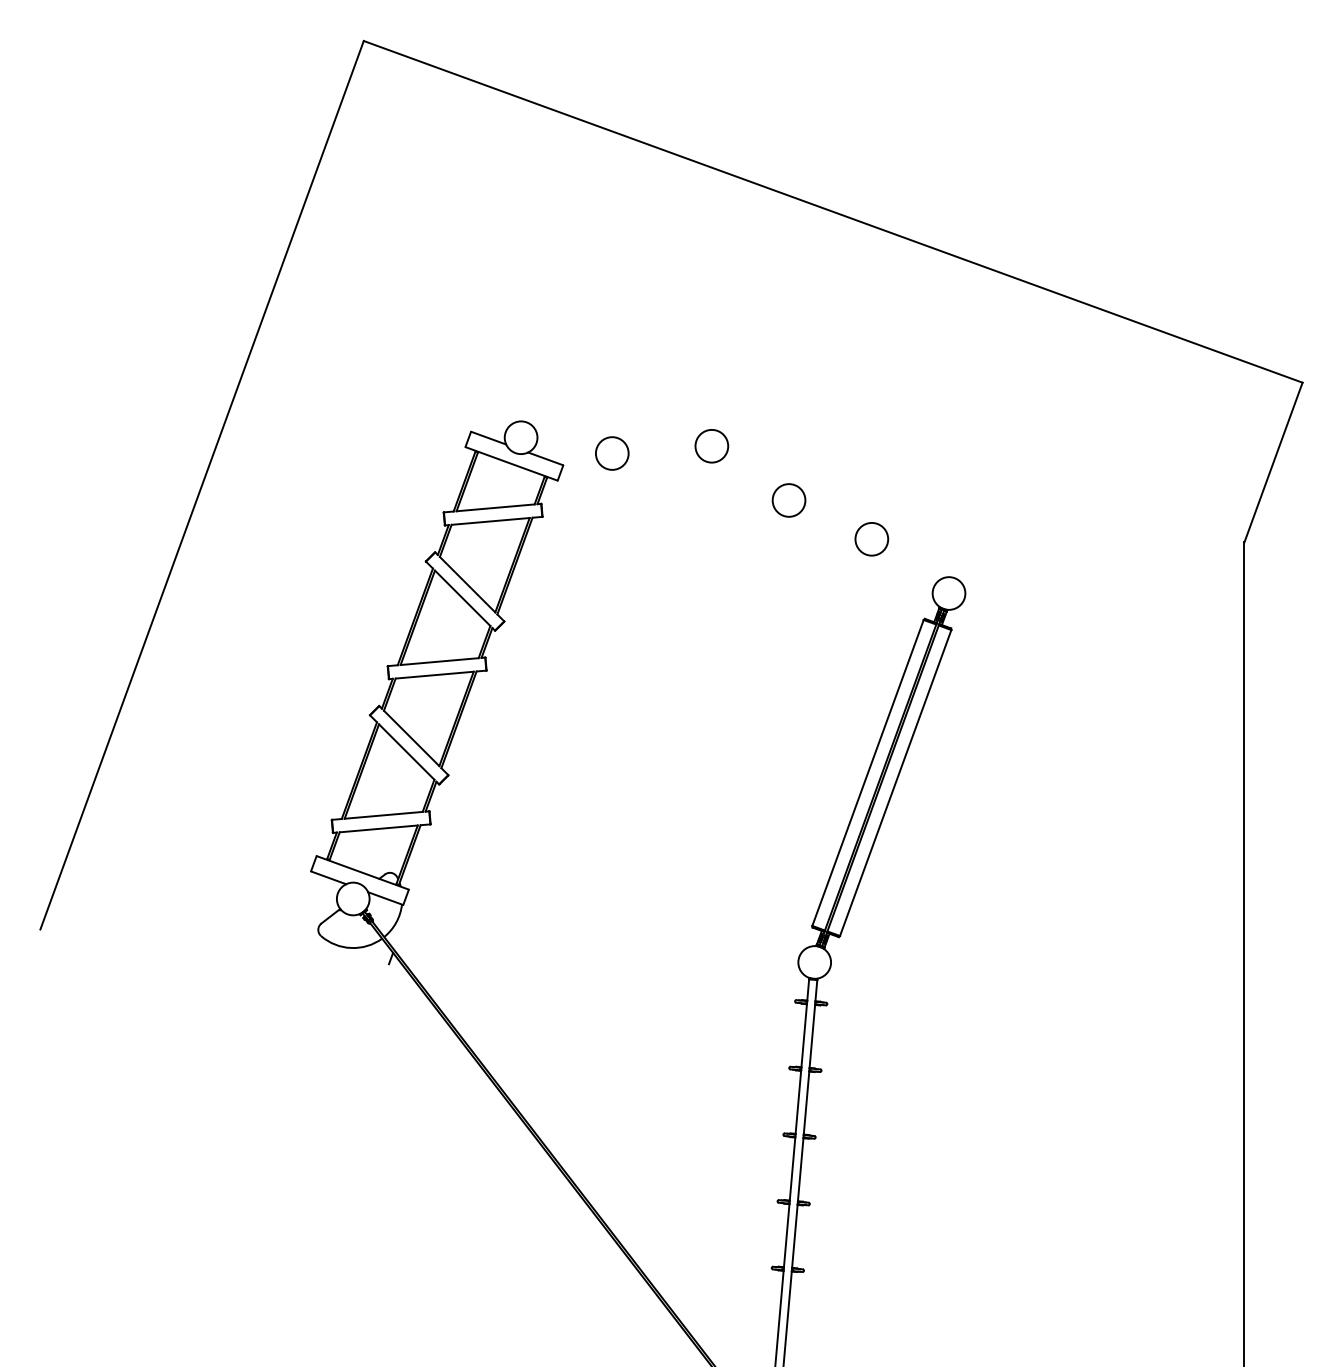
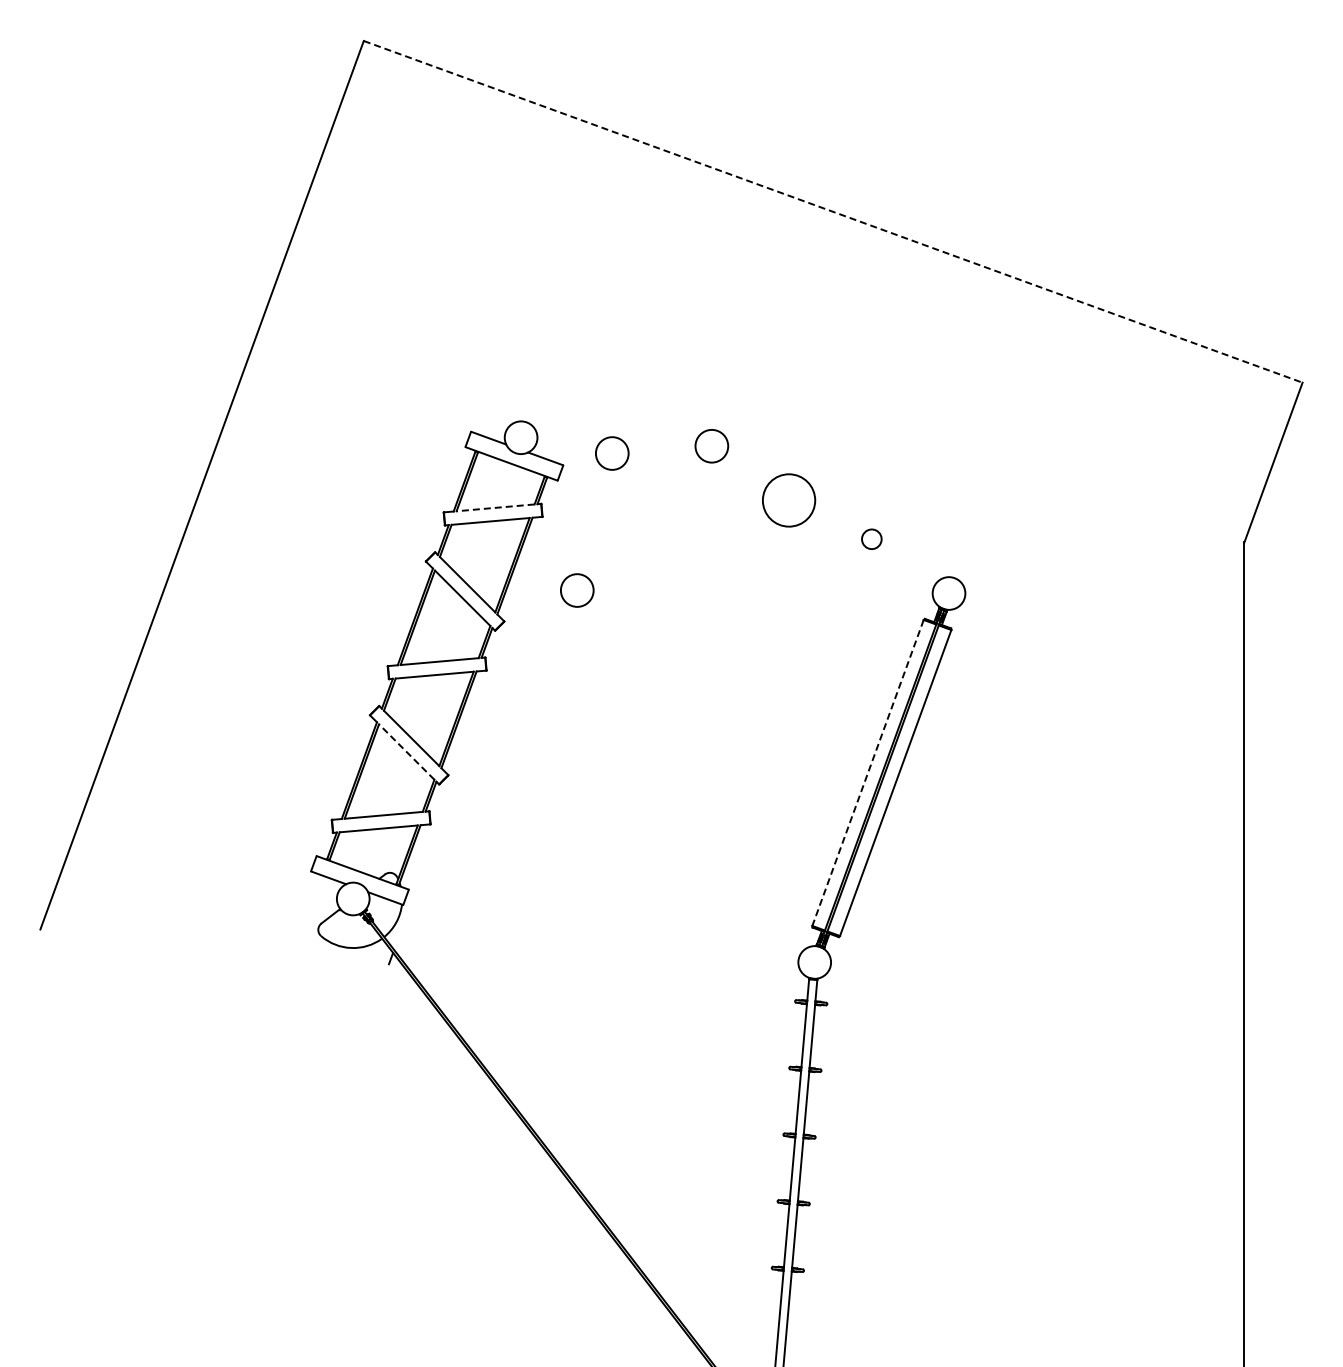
line at (833, 211): solid -> dashed
circle at (788, 500) diameter: 33 px -> 52 px
line at (495, 507): solid -> dashed
circle at (871, 538) diameter: 33 px -> 20 px
circle at (577, 590): none -> present
line at (406, 751): solid -> dashed
line at (868, 772): solid -> dashed
